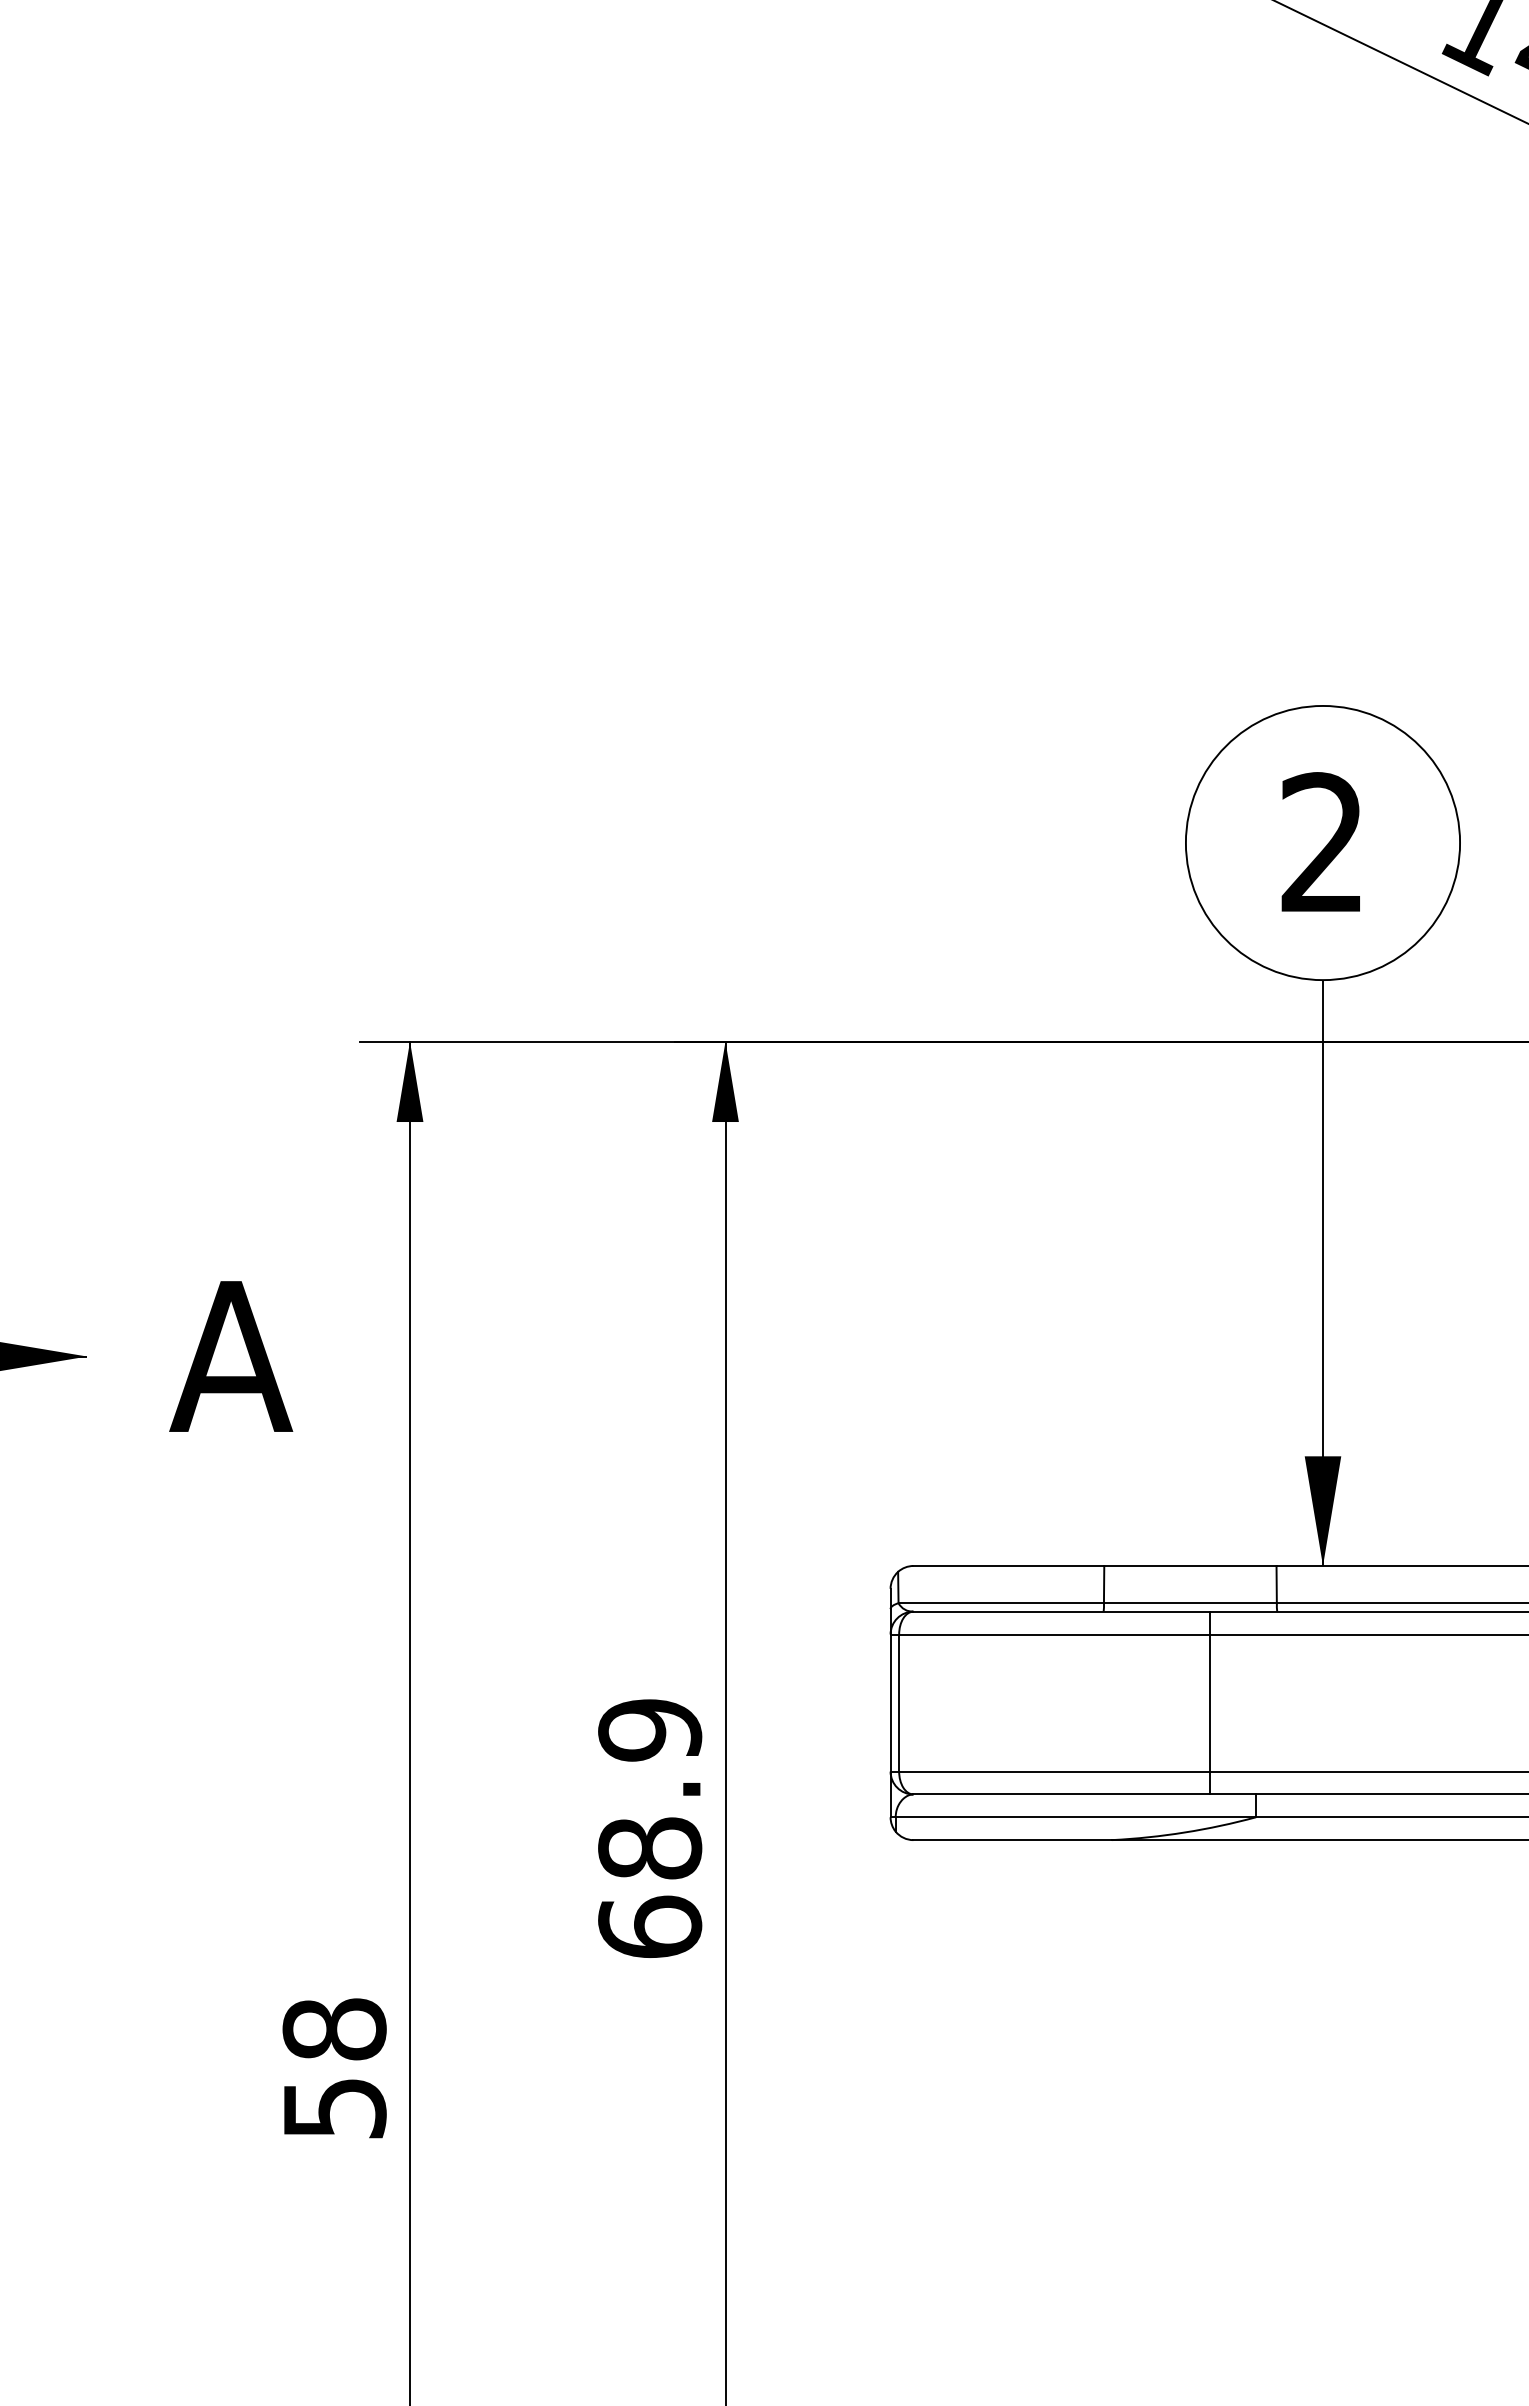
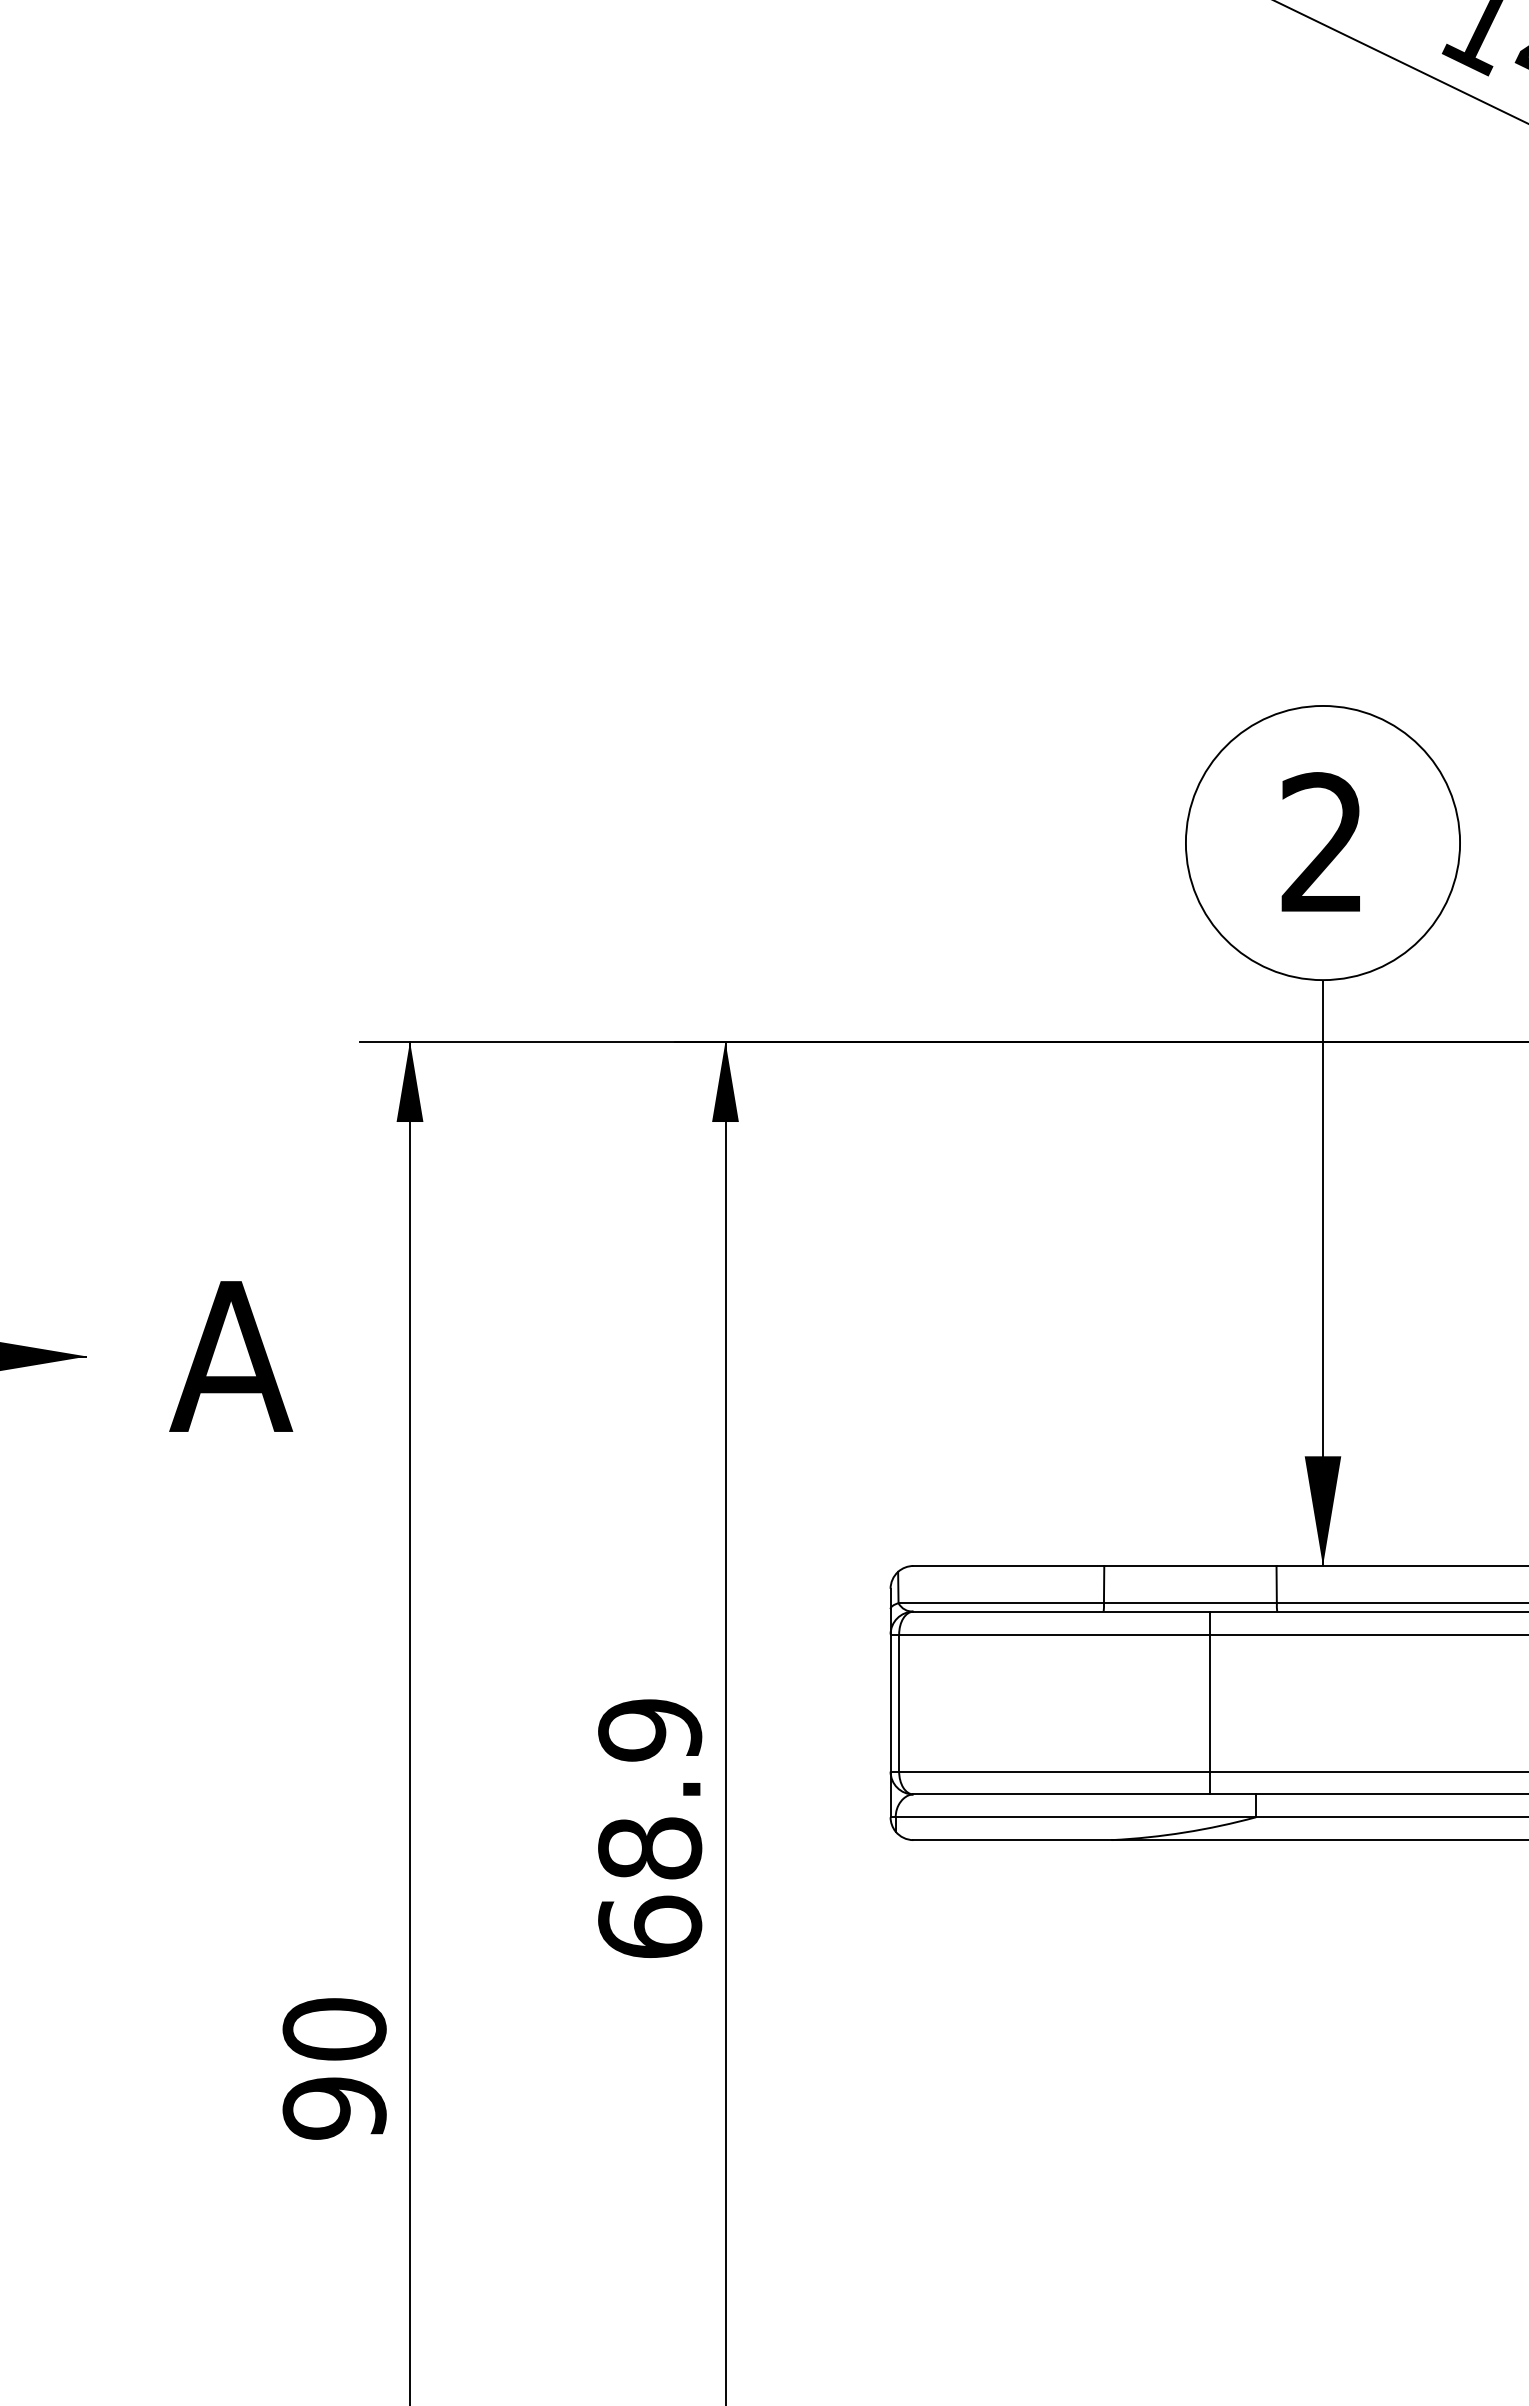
text at (334, 2068): 58 -> 90
